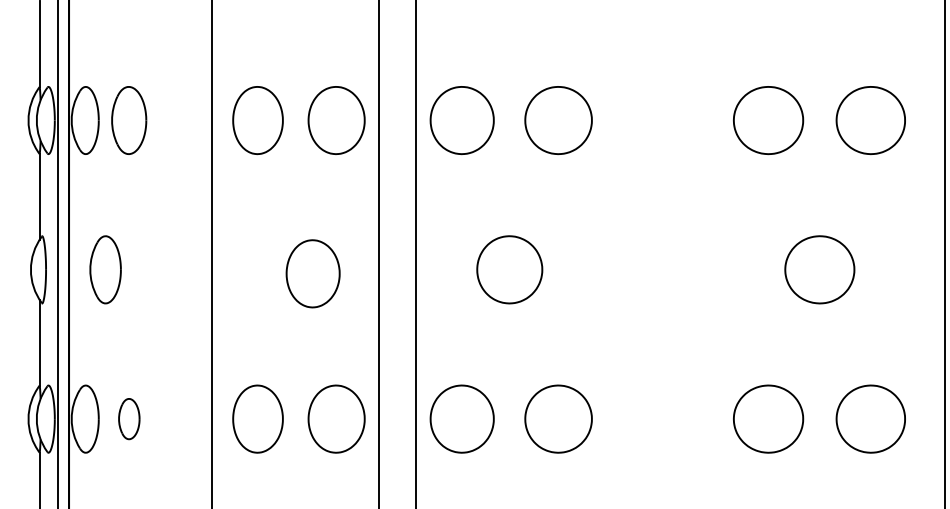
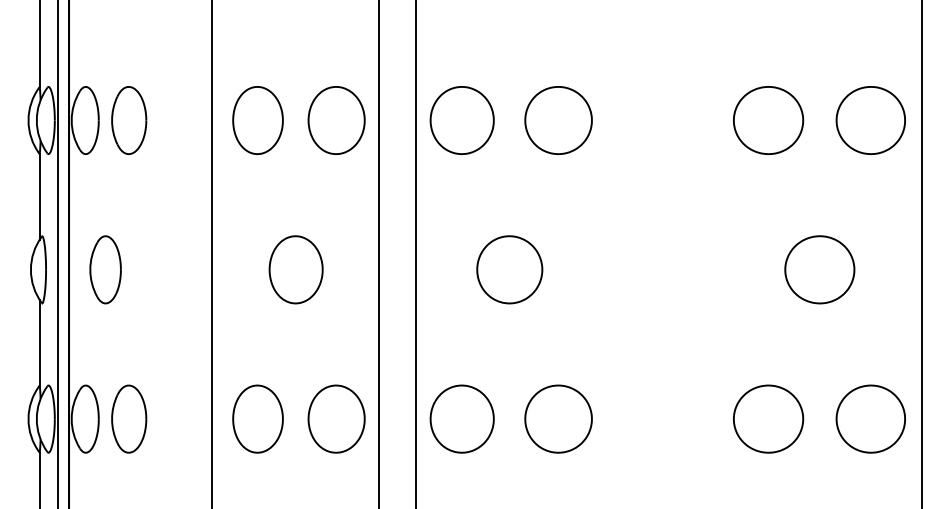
line at (944, 253) position: (944, 253) -> (921, 253)
part at (312, 273) position: (312, 273) -> (295, 269)
part at (129, 419) size: 23x43 px -> 37x70 px
